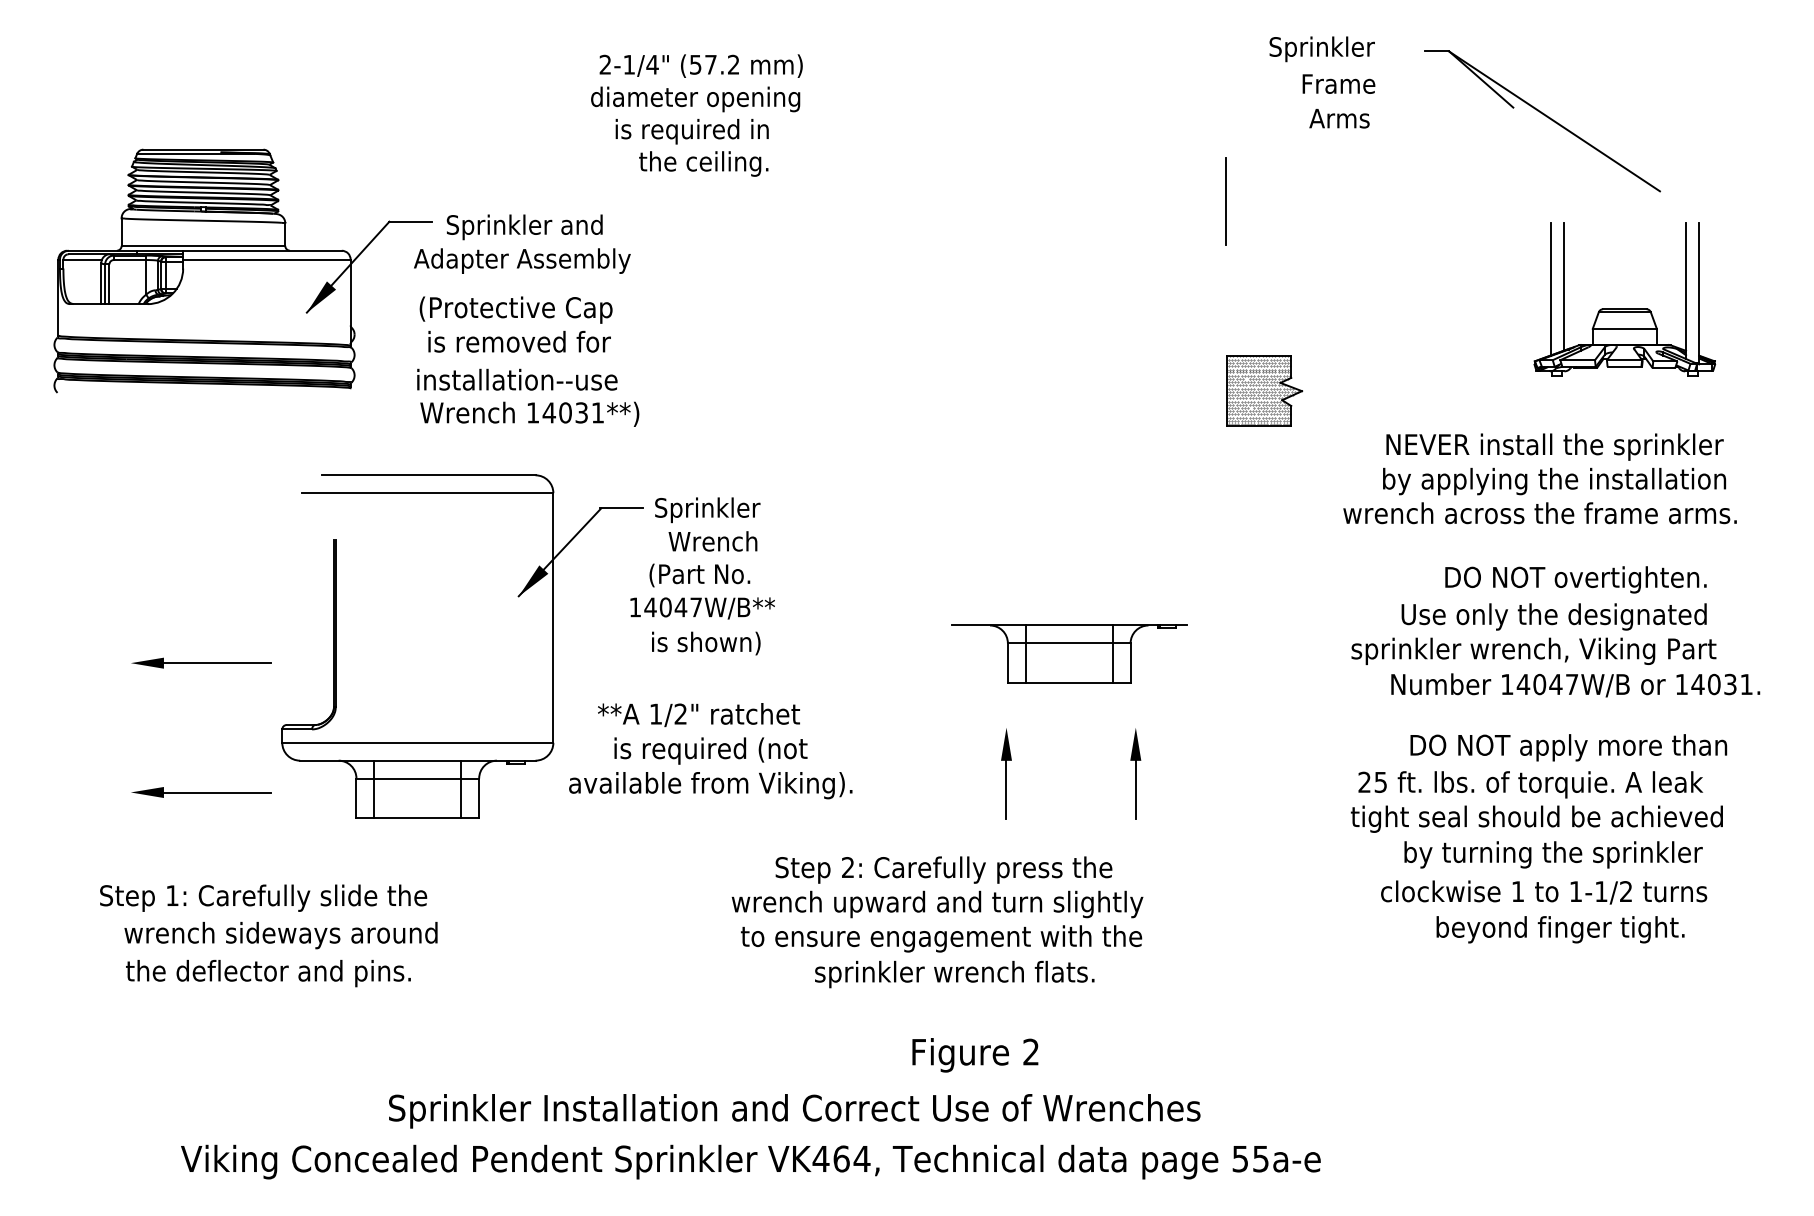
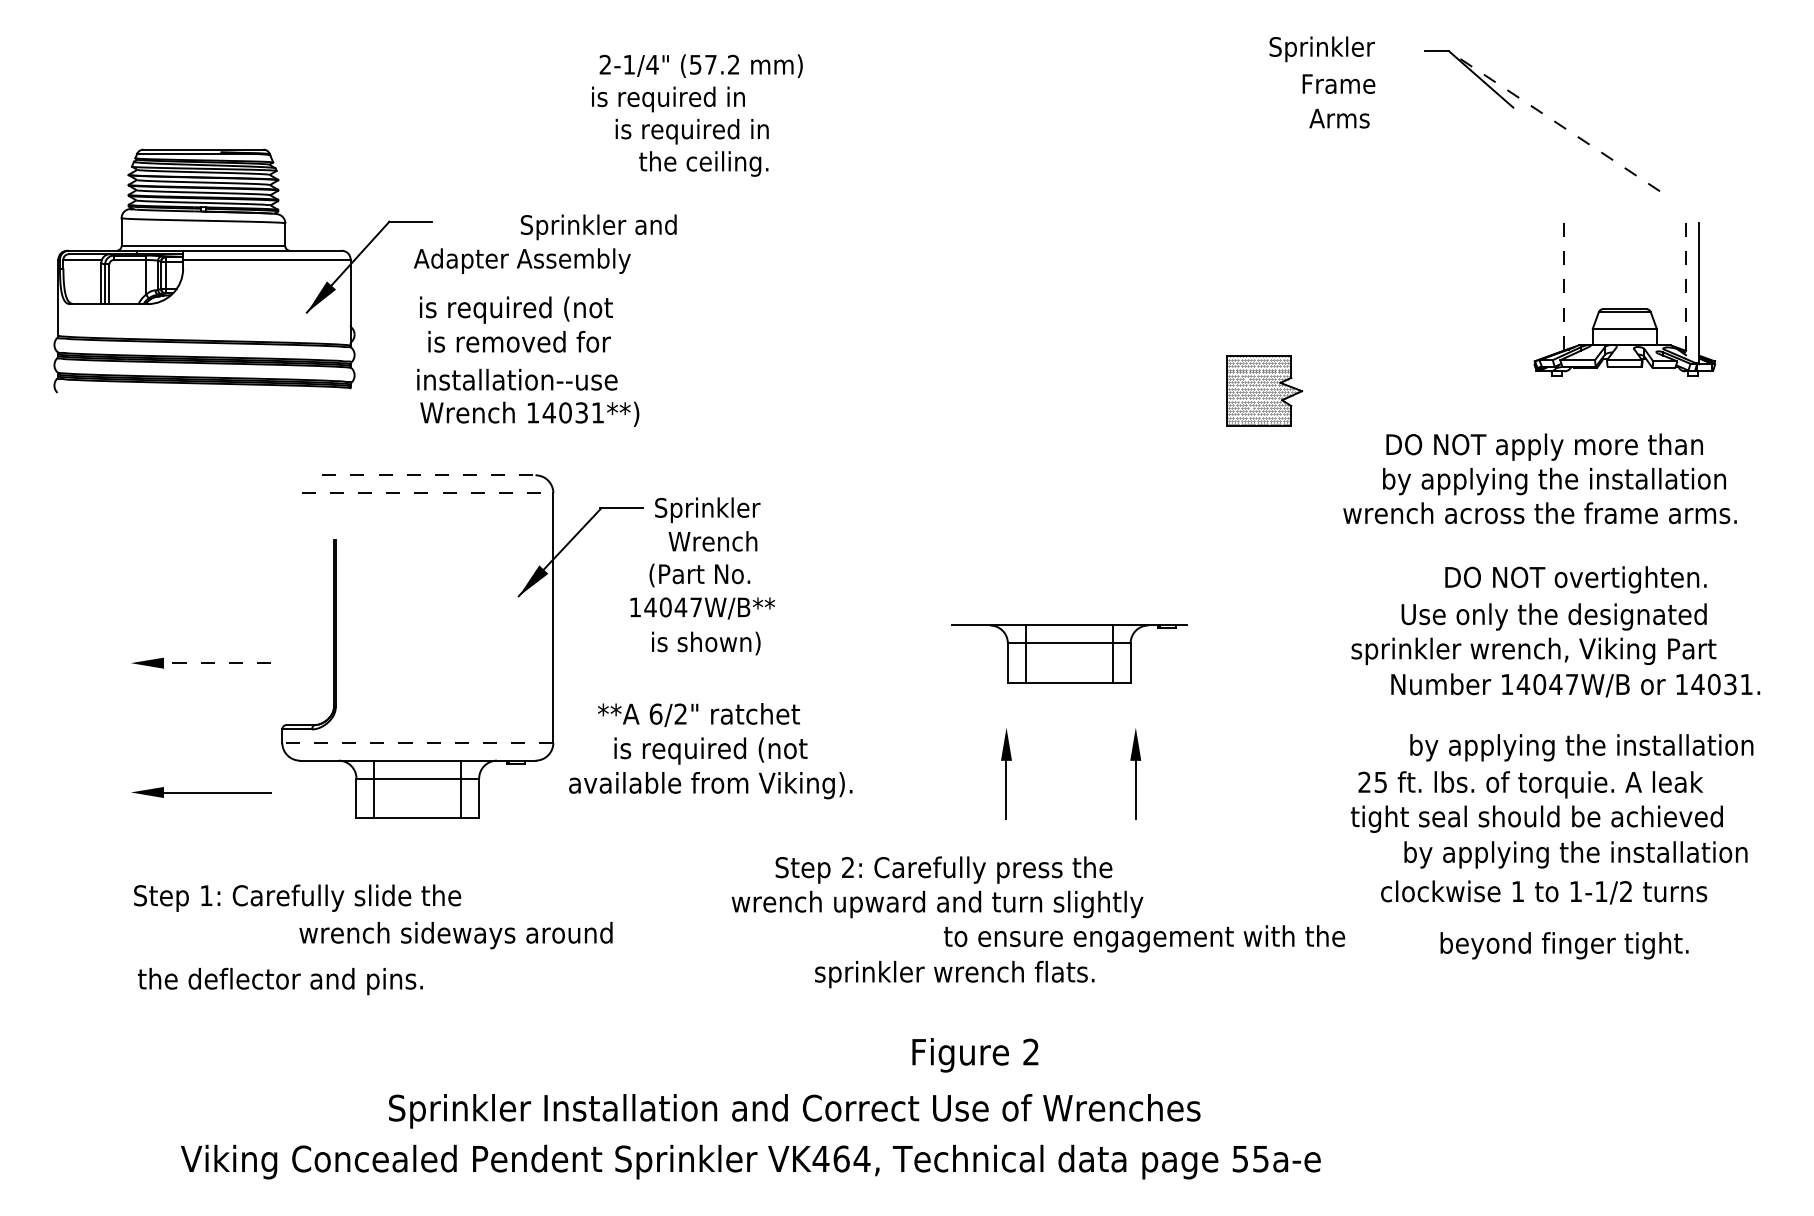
text at (695, 99): diameter opening -> is required in
line at (1554, 121): solid -> dashed
line at (1225, 201): present -> none
text at (524, 227) position: (524, 227) -> (598, 227)
line at (1563, 286): solid -> dashed
line at (1550, 289): present -> none
line at (1686, 291): solid -> dashed
text at (515, 309): (Protective Cap -> is required (not
text at (1555, 446): NEVER install the sprinkler -> DO NOT apply more than
line at (428, 475): solid -> dashed
line at (427, 493): solid -> dashed
line at (206, 663): solid -> dashed
text at (655, 713): 1/2" -> 6/2"
line at (417, 742): solid -> dashed
text at (1581, 747): DO NOT apply more than -> by applying the installation
text at (1594, 854): by turning the sprinkler -> by applying the installation
text at (263, 897) position: (263, 897) -> (297, 897)
text at (1560, 929) position: (1560, 929) -> (1564, 945)
text at (280, 935) position: (280, 935) -> (455, 935)
text at (941, 938) position: (941, 938) -> (1144, 938)
text at (268, 973) position: (268, 973) -> (280, 981)
